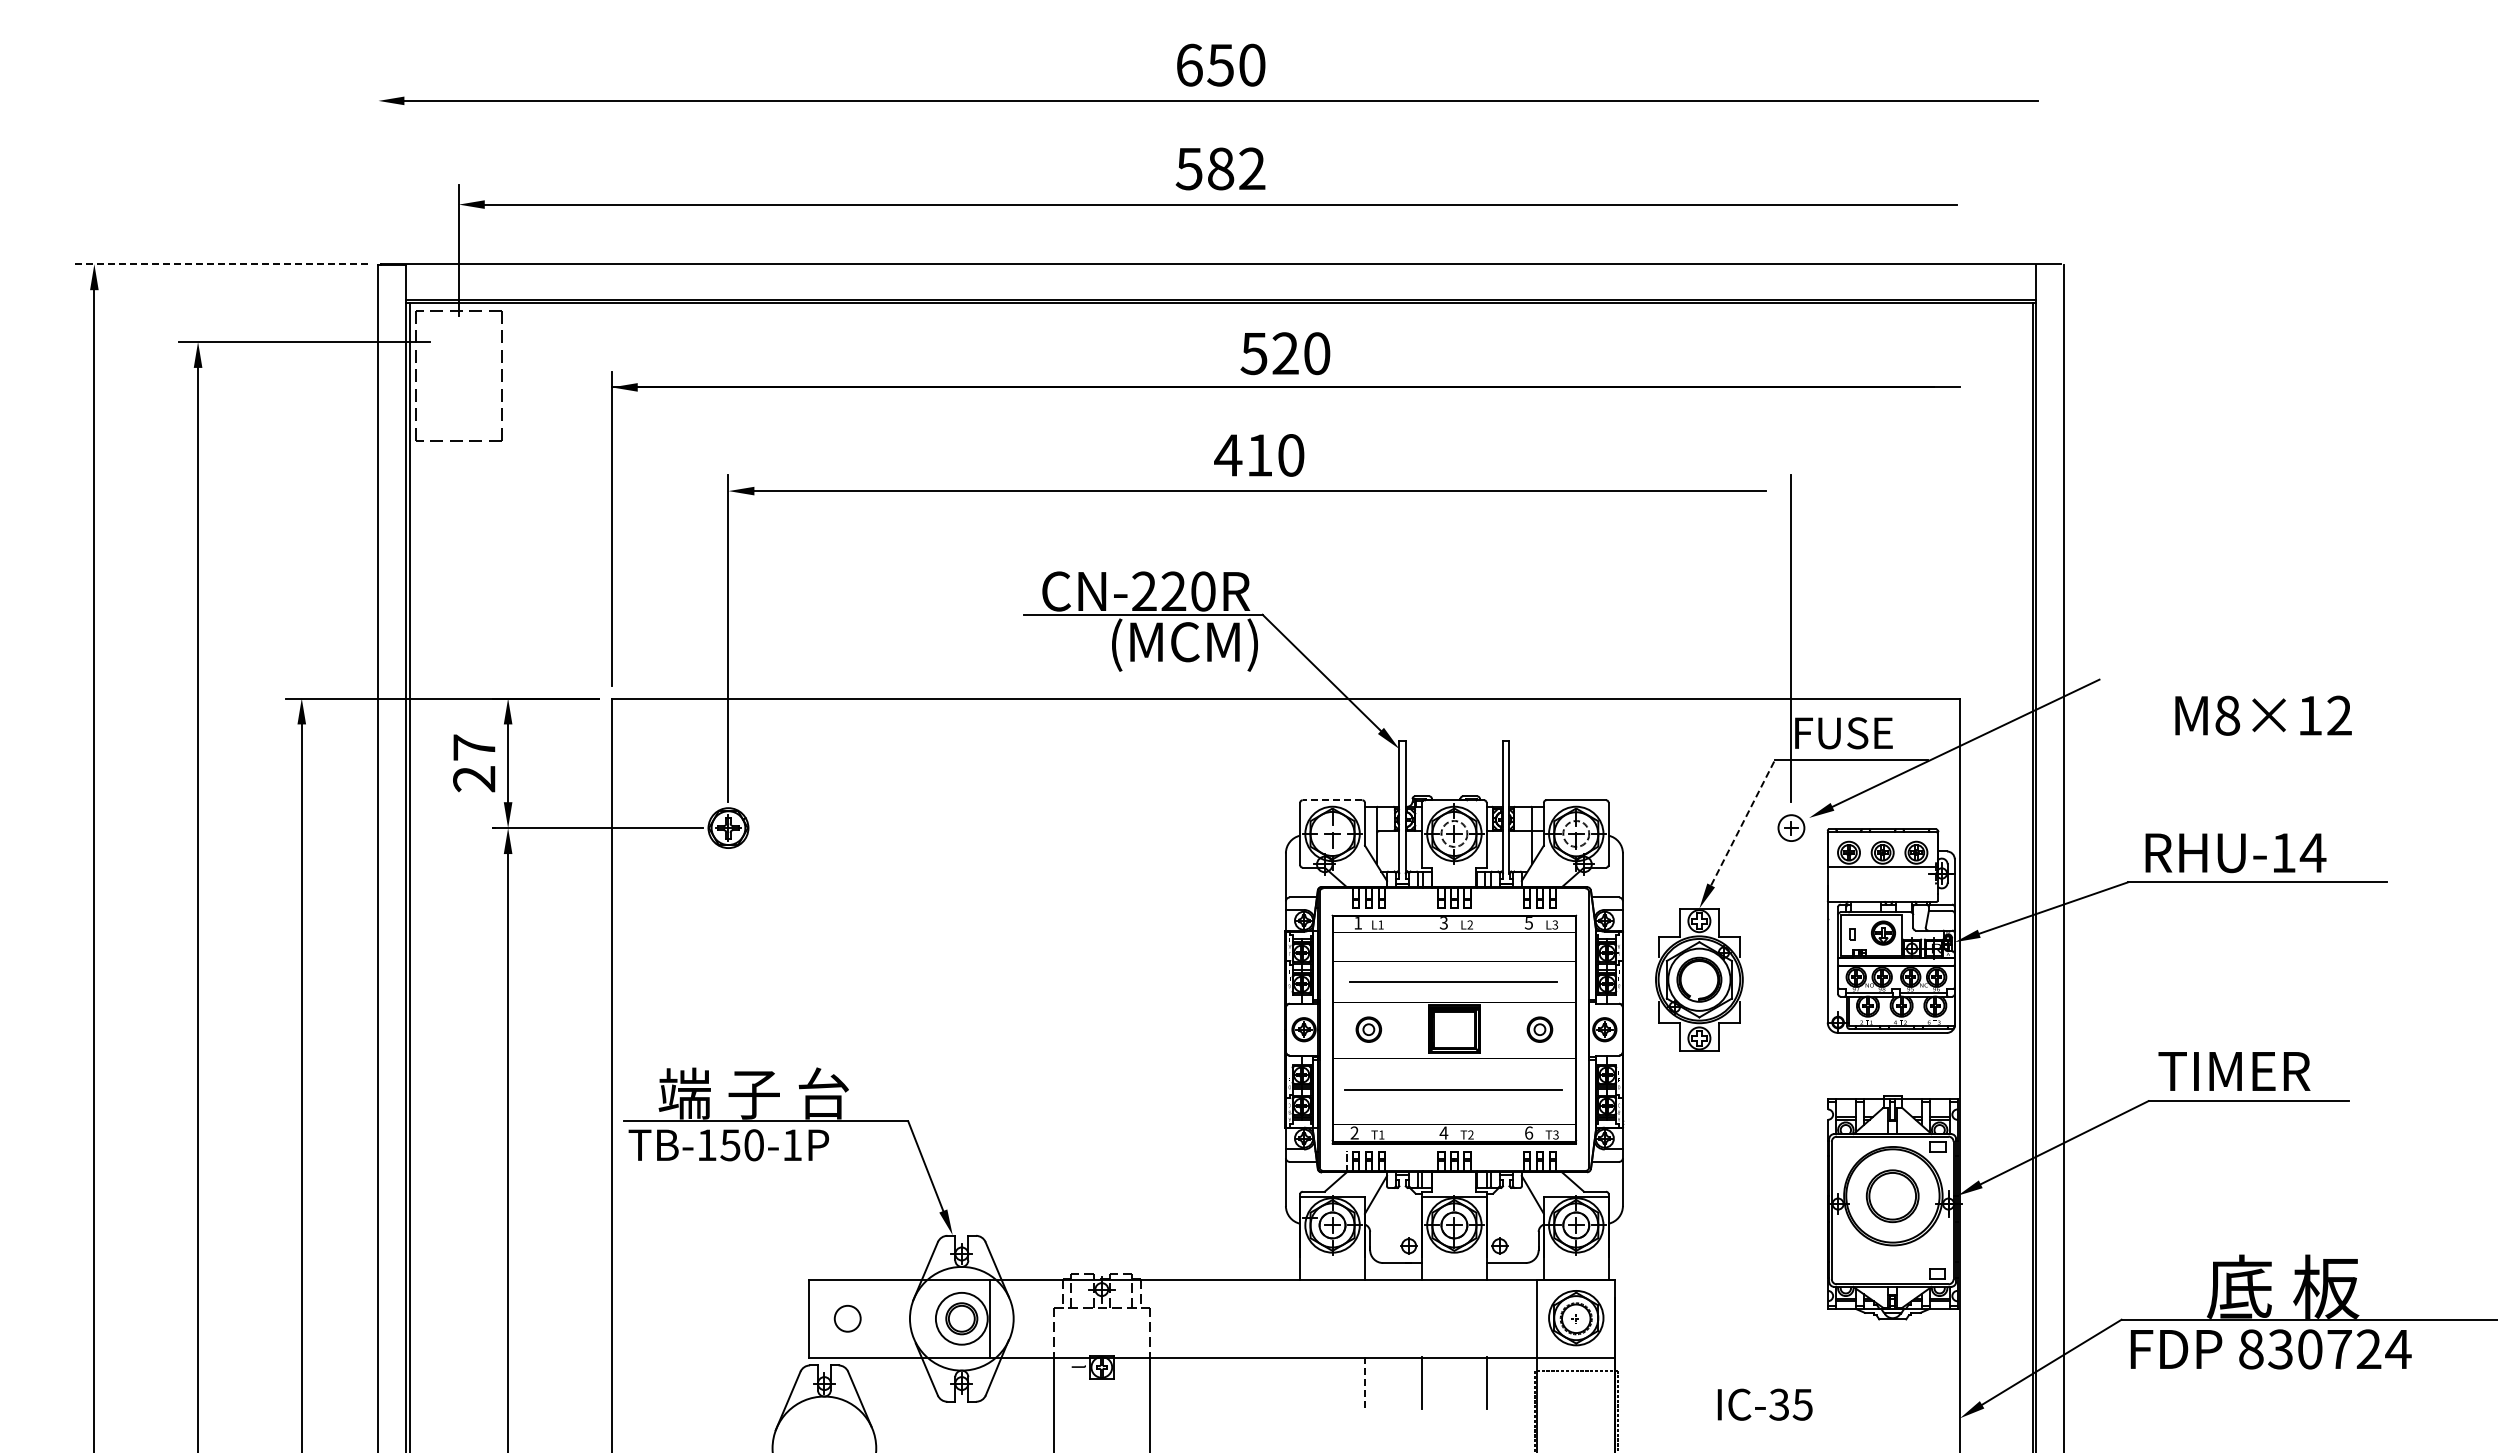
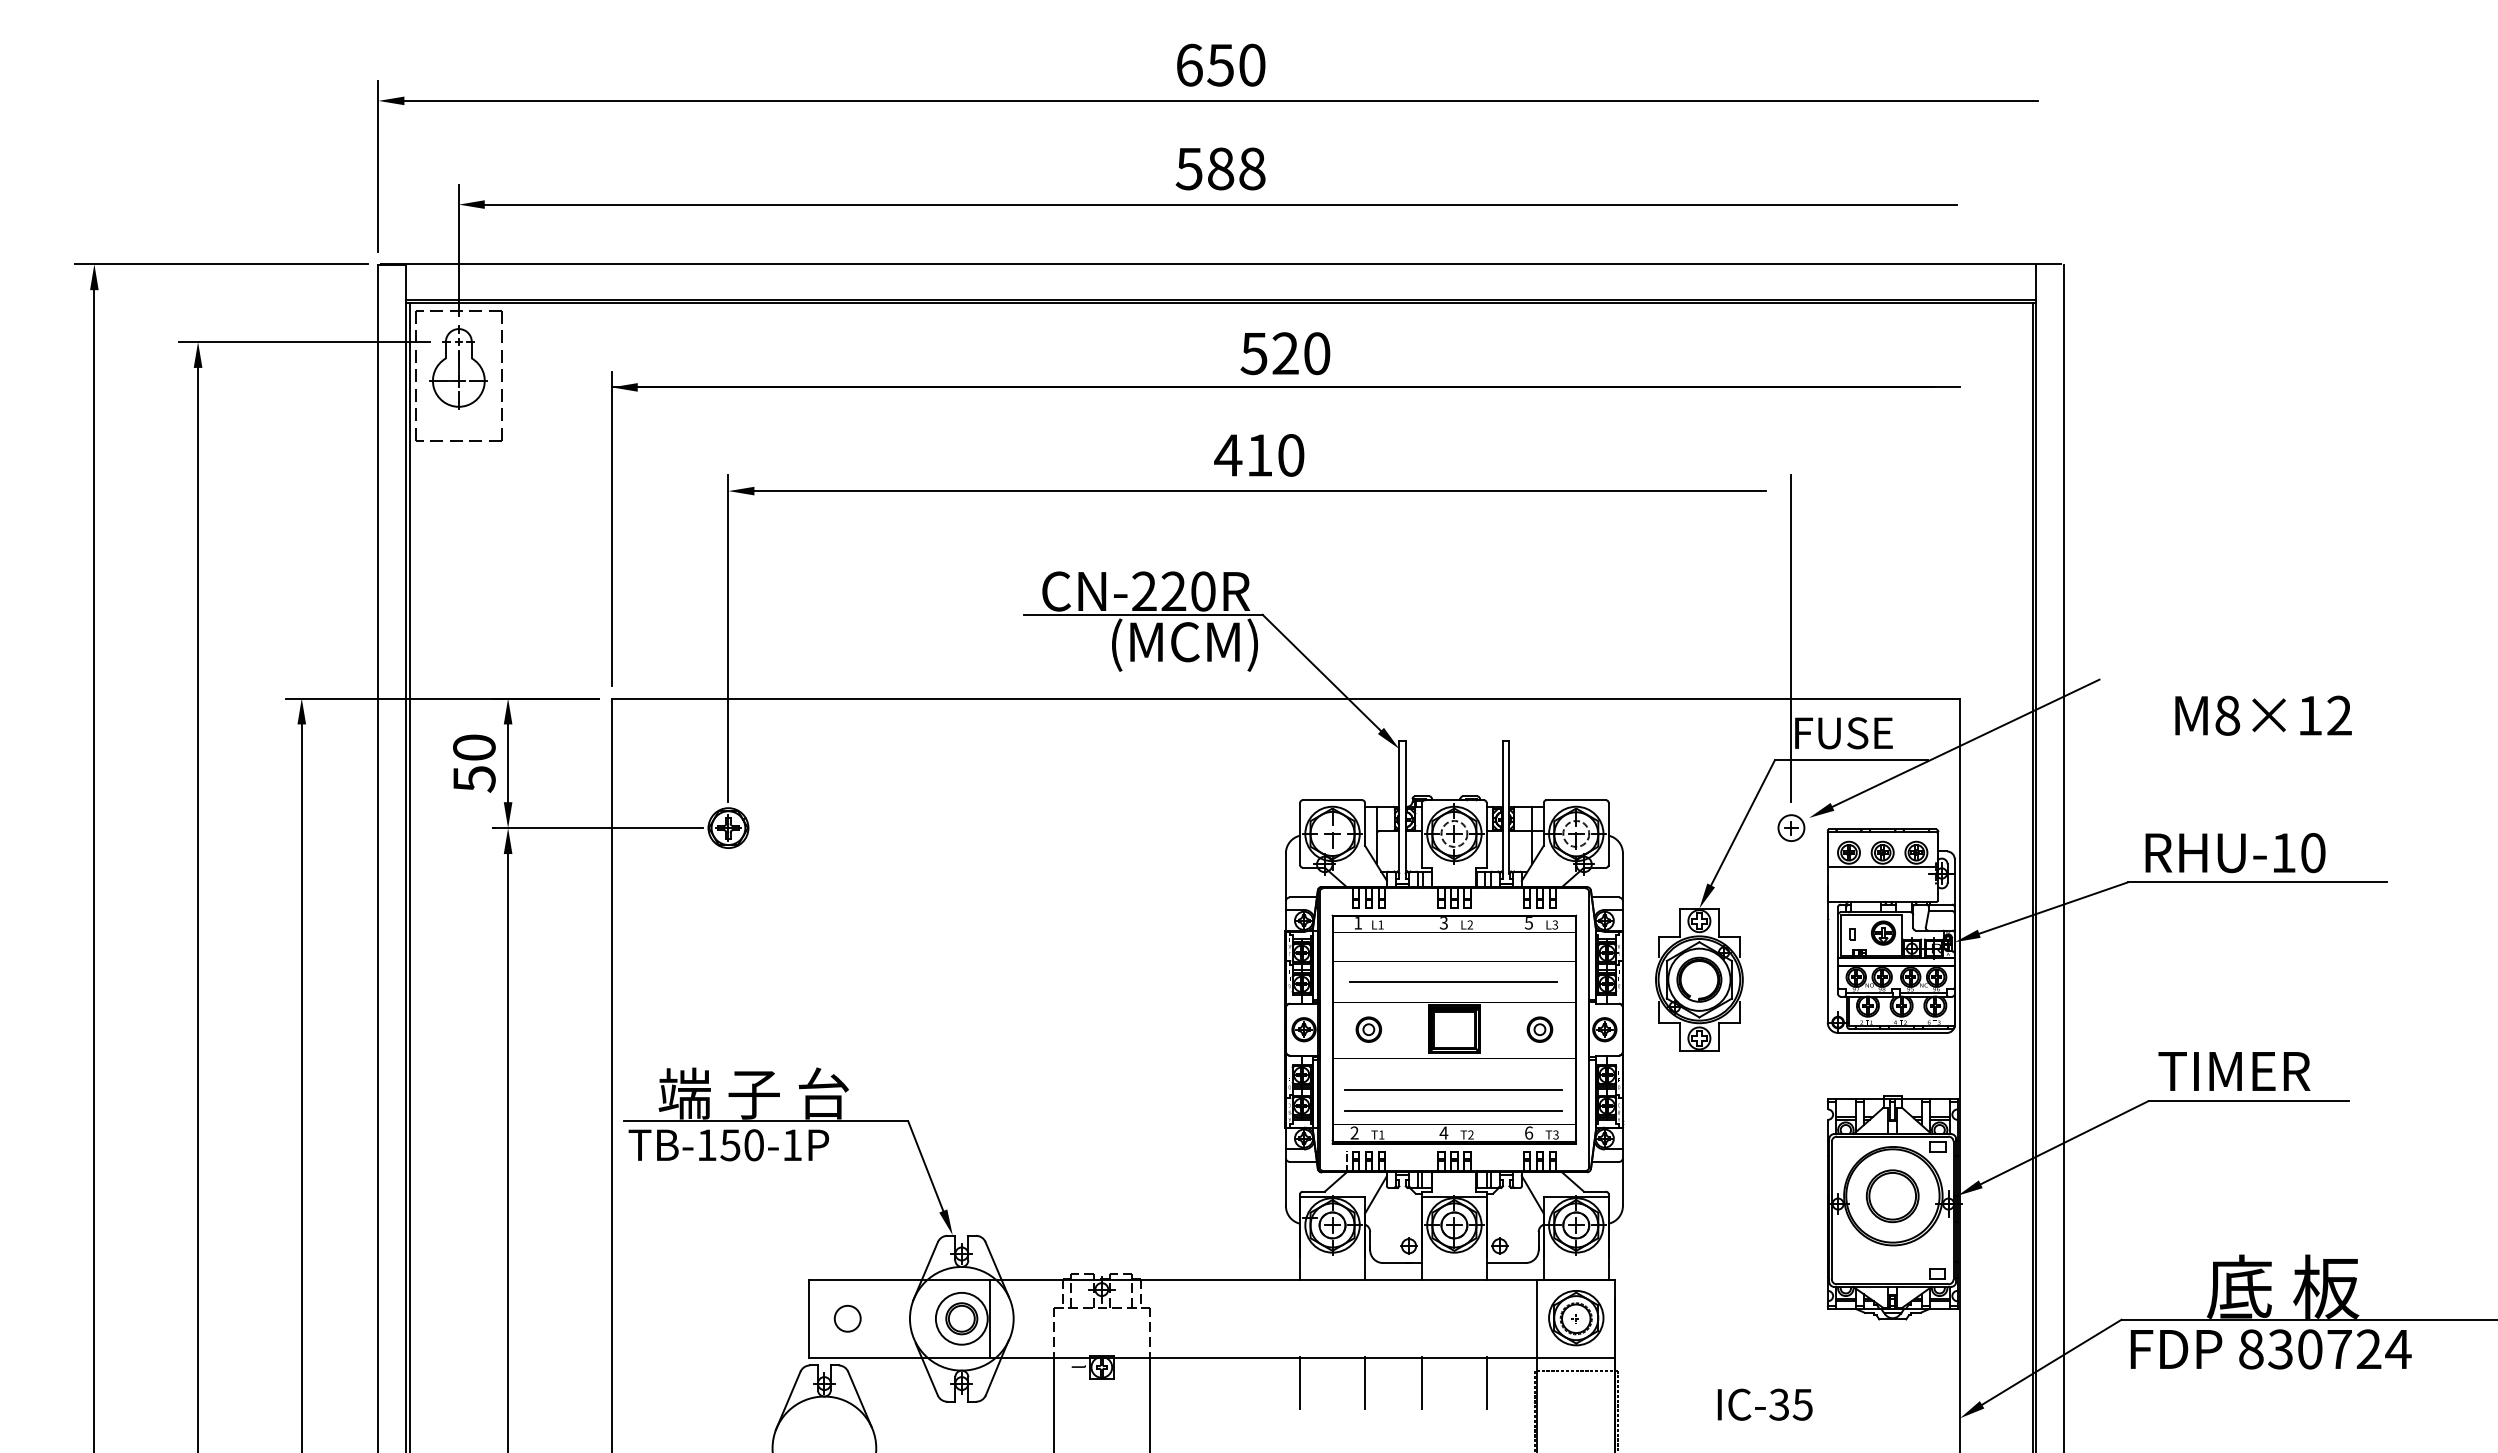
line at (378, 166): none -> present
text at (1252, 168): 582 -> 588
line at (221, 264): dashed -> solid
part at (458, 367): none -> present
text at (474, 763): 27 -> 50
line at (1332, 800): dashed -> solid
line at (1743, 822): dashed -> solid
text at (2312, 853): RHU-14 -> RHU-10
line at (1453, 1110): none -> present
line at (1300, 1382): none -> present
line at (1364, 1382): dashed -> solid
